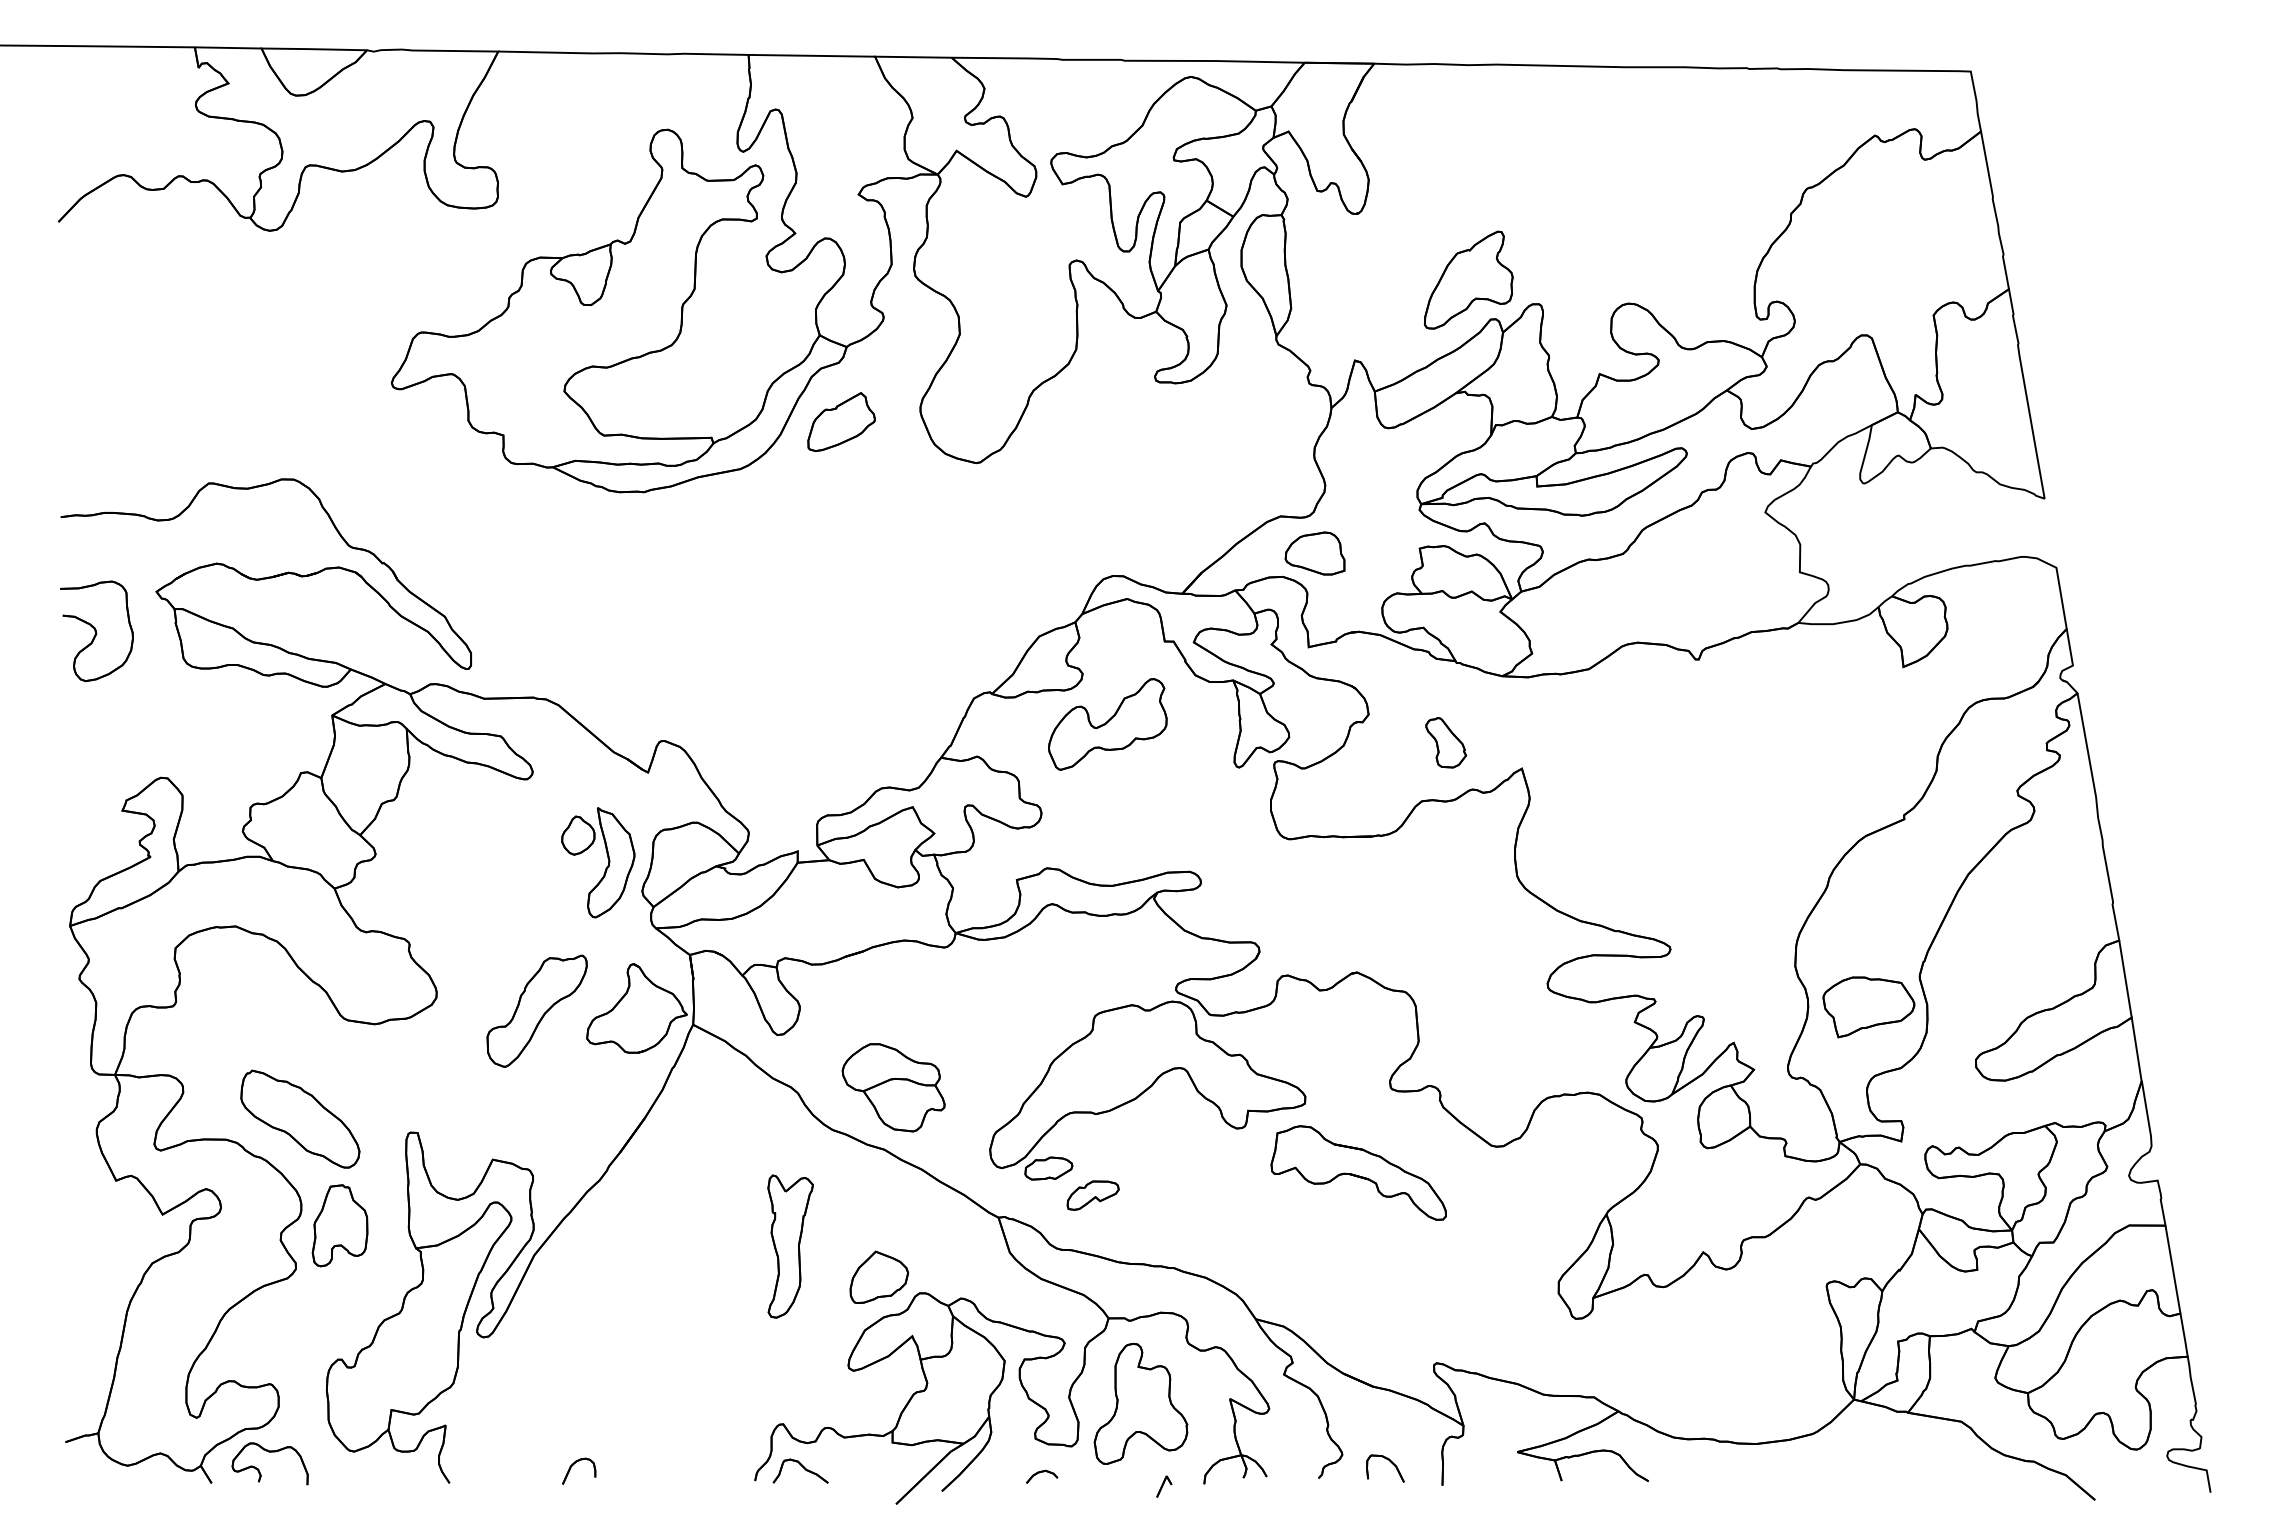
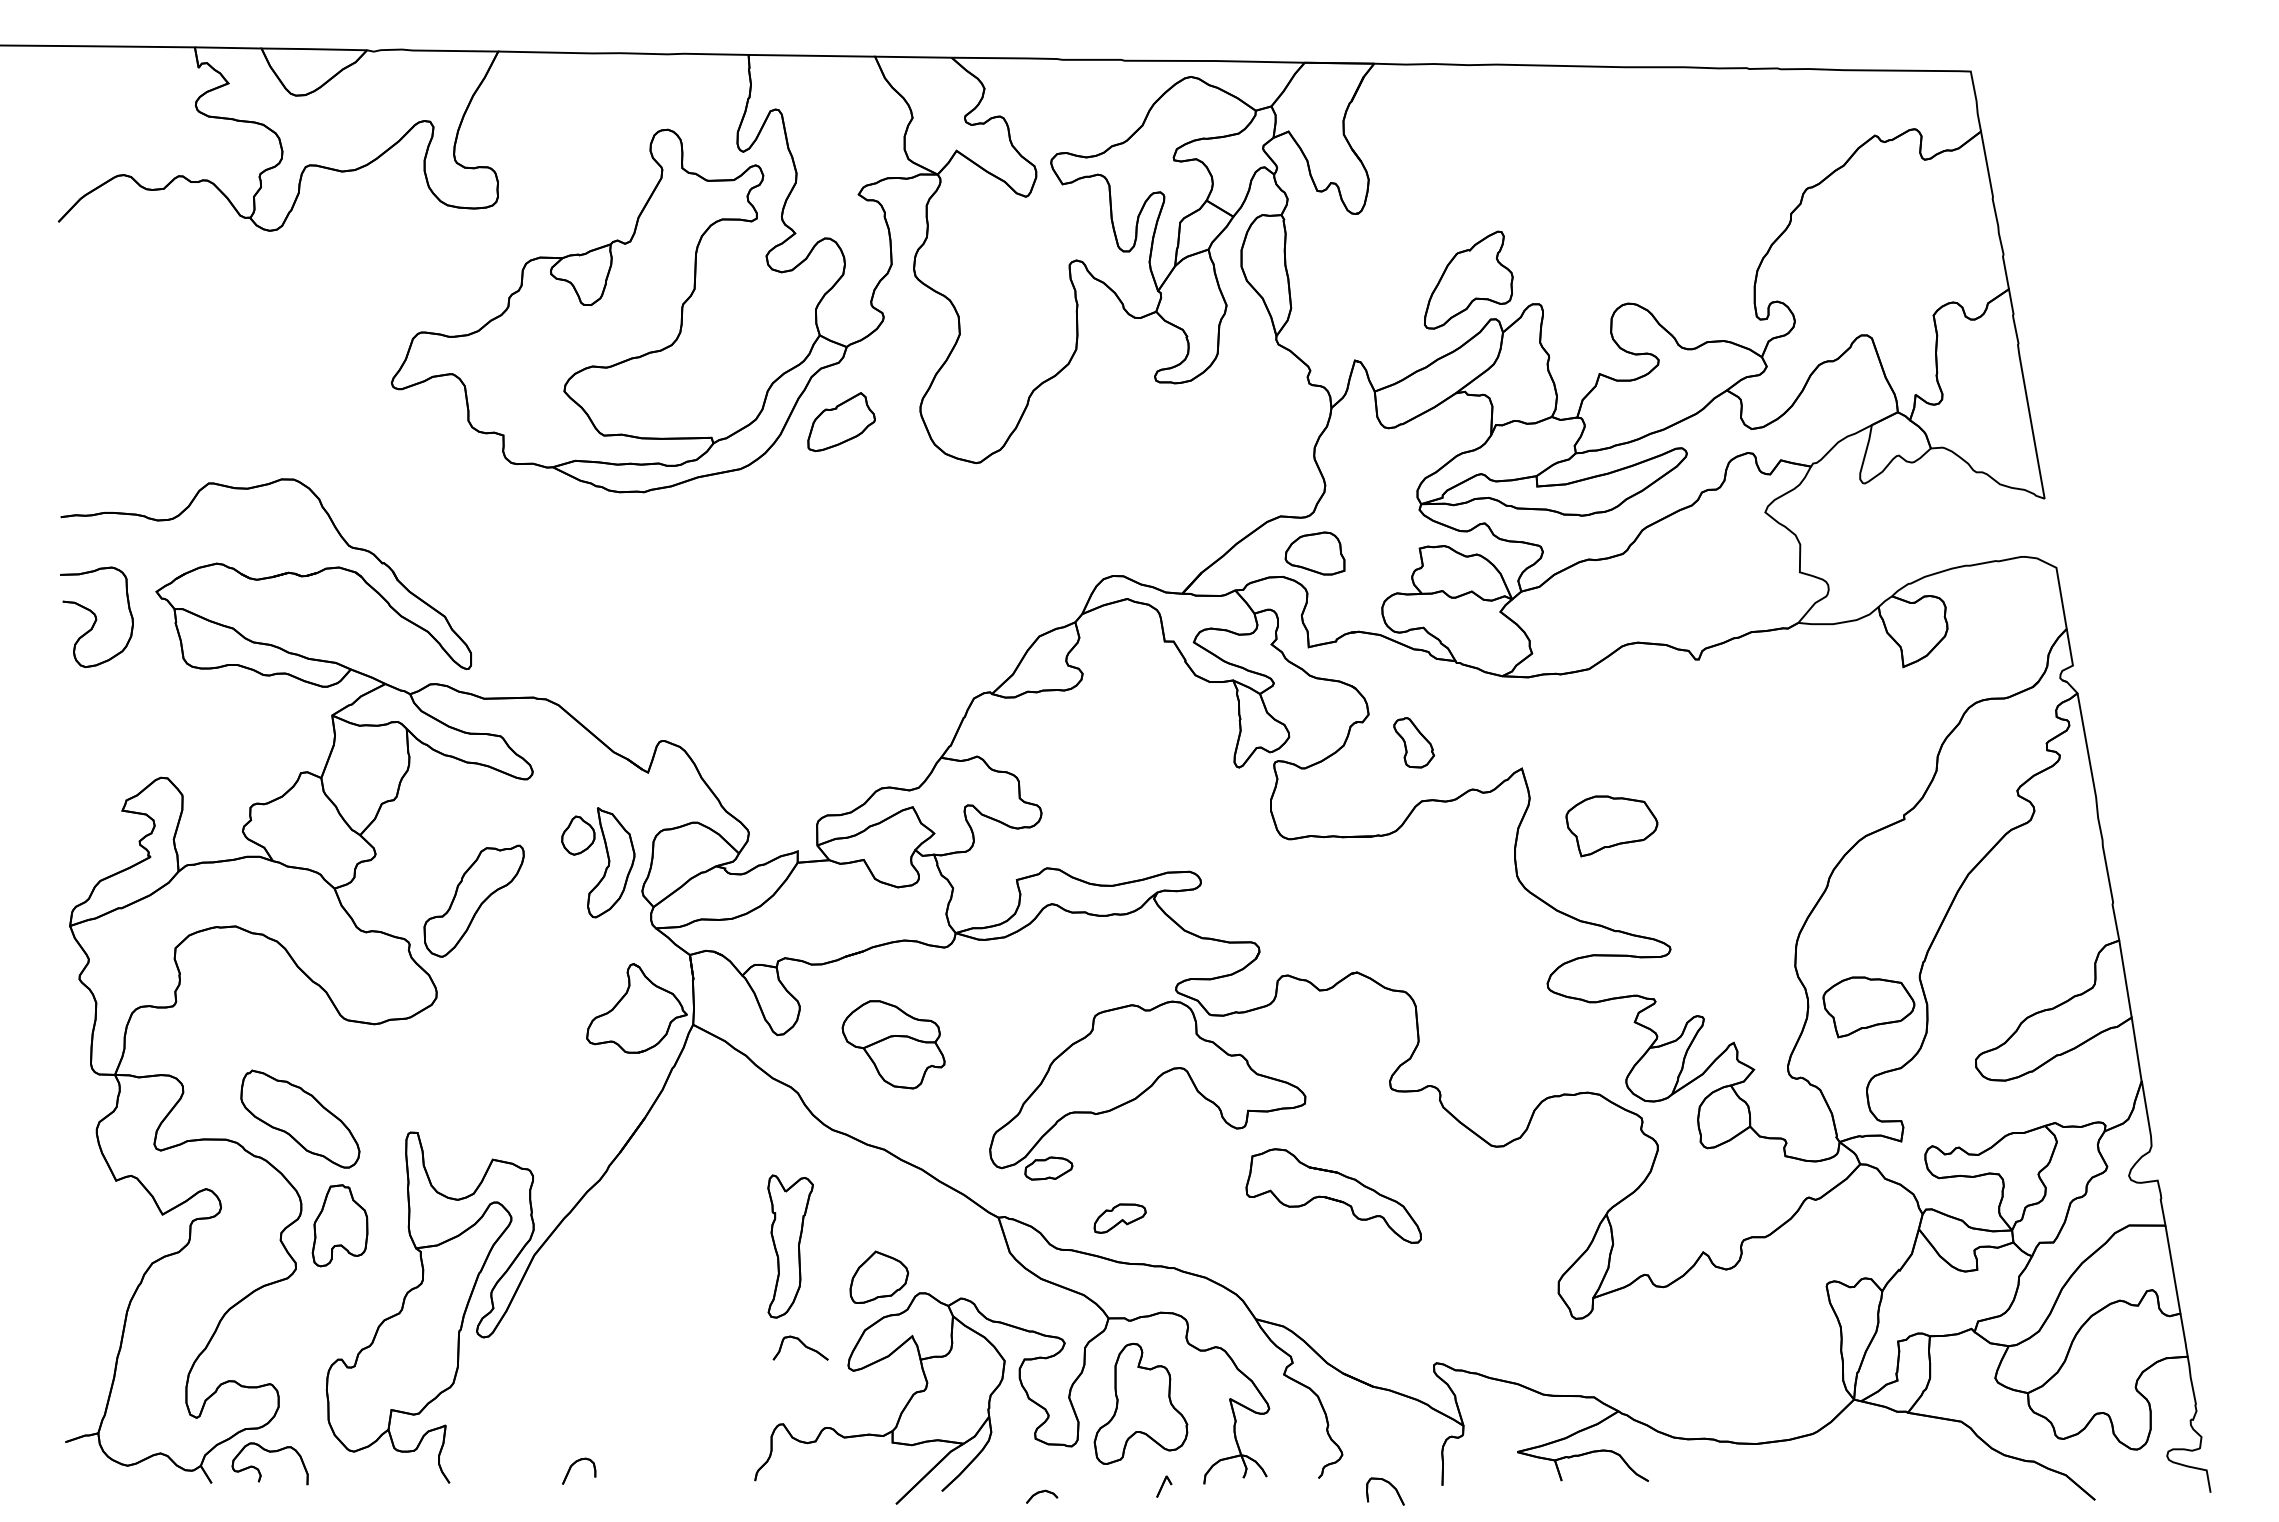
part at (96, 631) position: (96, 631) -> (96, 617)
part at (1107, 724): present -> none
part at (1446, 742) position: (1446, 742) -> (1414, 742)
part at (1611, 826): none -> present
part at (536, 1010) position: (536, 1010) -> (473, 900)
part at (893, 1087) position: (893, 1087) -> (893, 1044)
part at (1358, 1172) position: (1358, 1172) -> (1333, 1195)
part at (1092, 1195) position: (1092, 1195) -> (1119, 1218)
part at (1390, 1462) position: (1390, 1462) -> (1390, 1485)
part at (800, 1470) position: (800, 1470) -> (800, 1347)
part at (1042, 1476) position: (1042, 1476) -> (1042, 1496)
